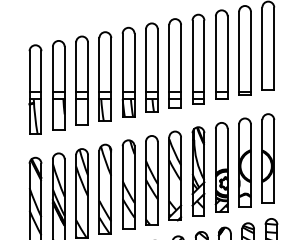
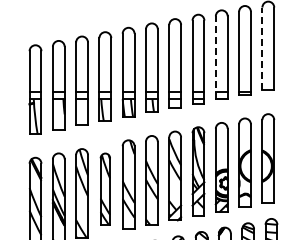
line at (262, 48): solid -> dashed
line at (215, 57): solid -> dashed
part at (105, 188) size: 15x92 px -> 12x74 px
